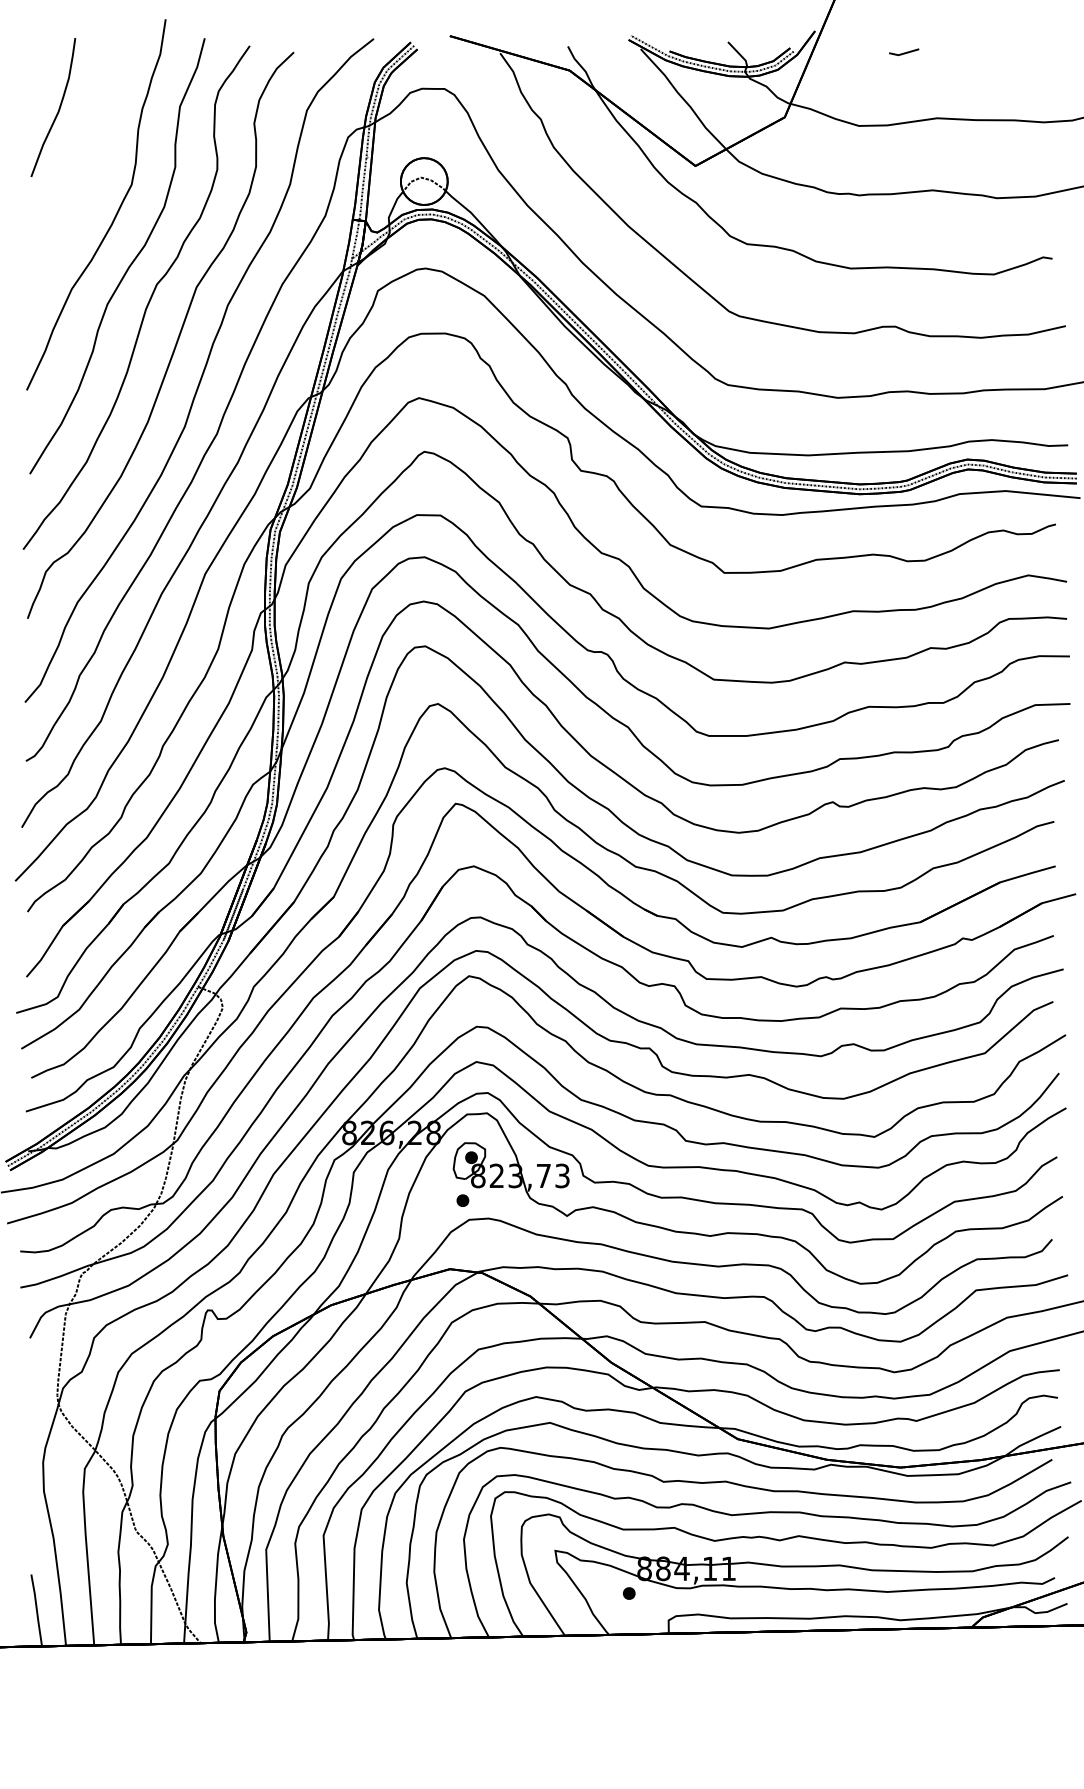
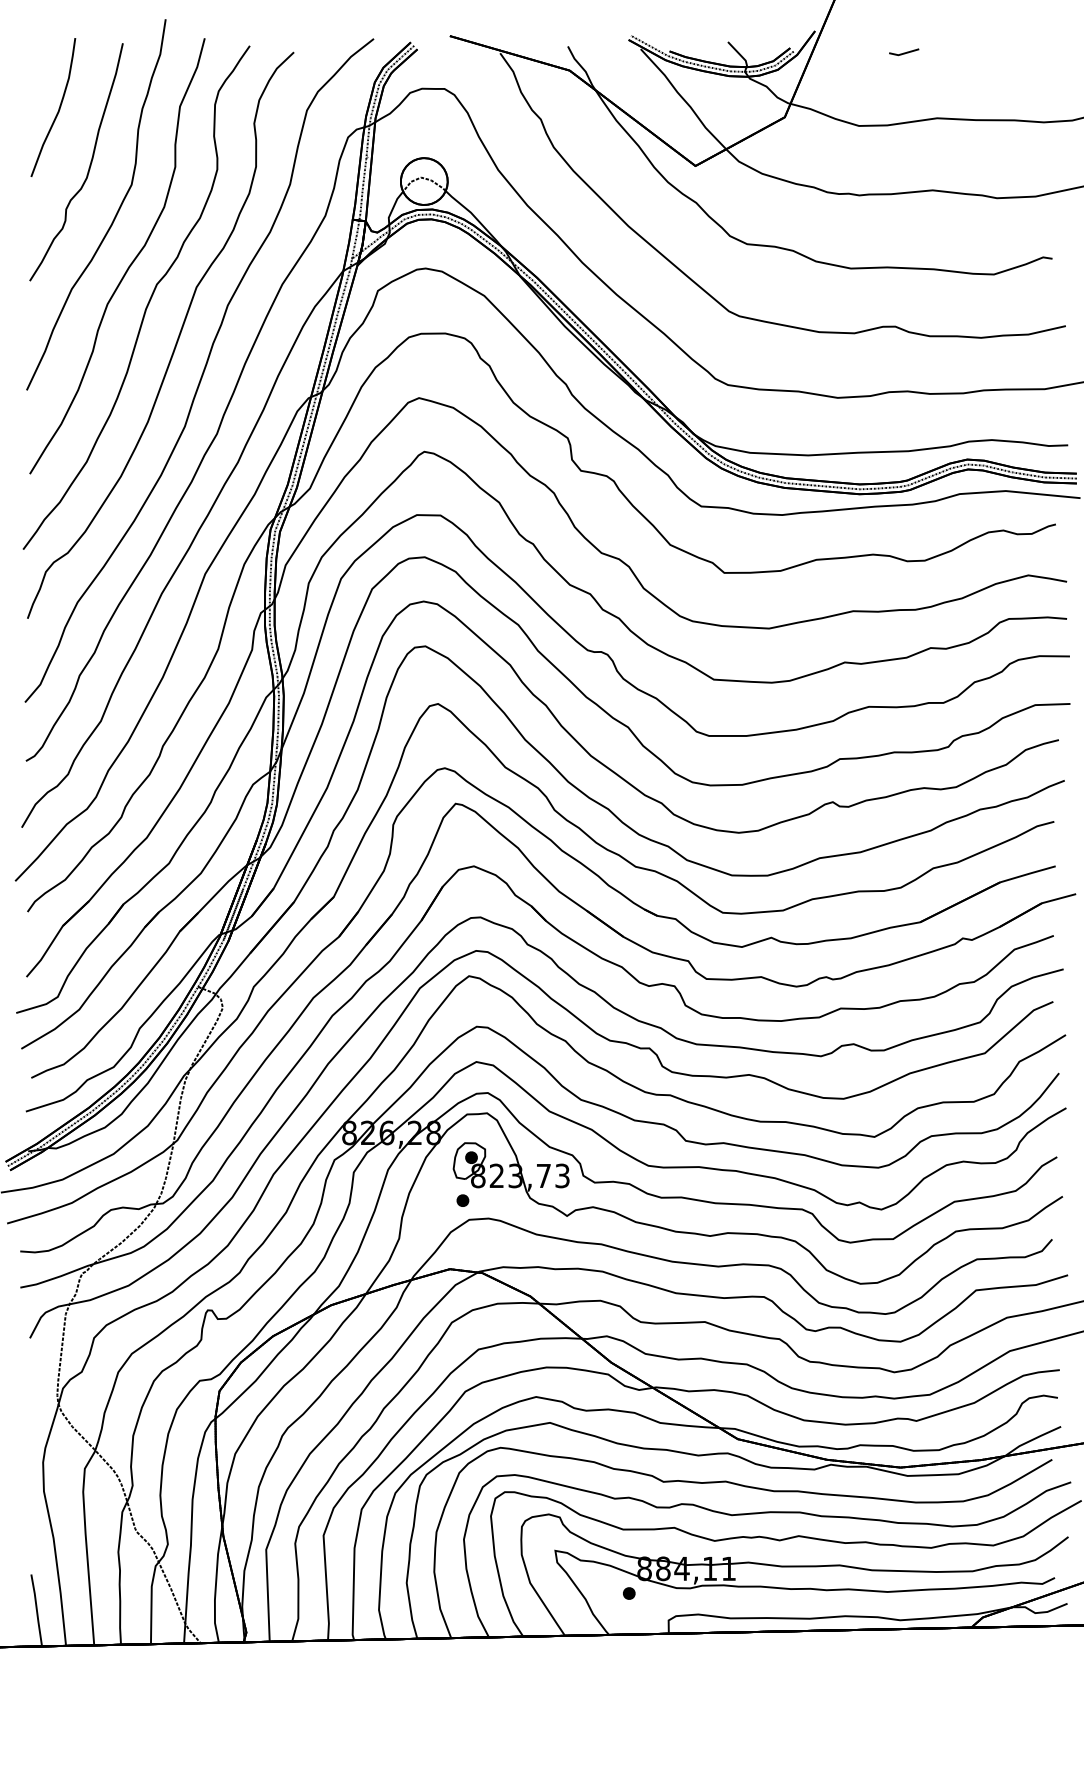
part at (89, 164): none -> present
